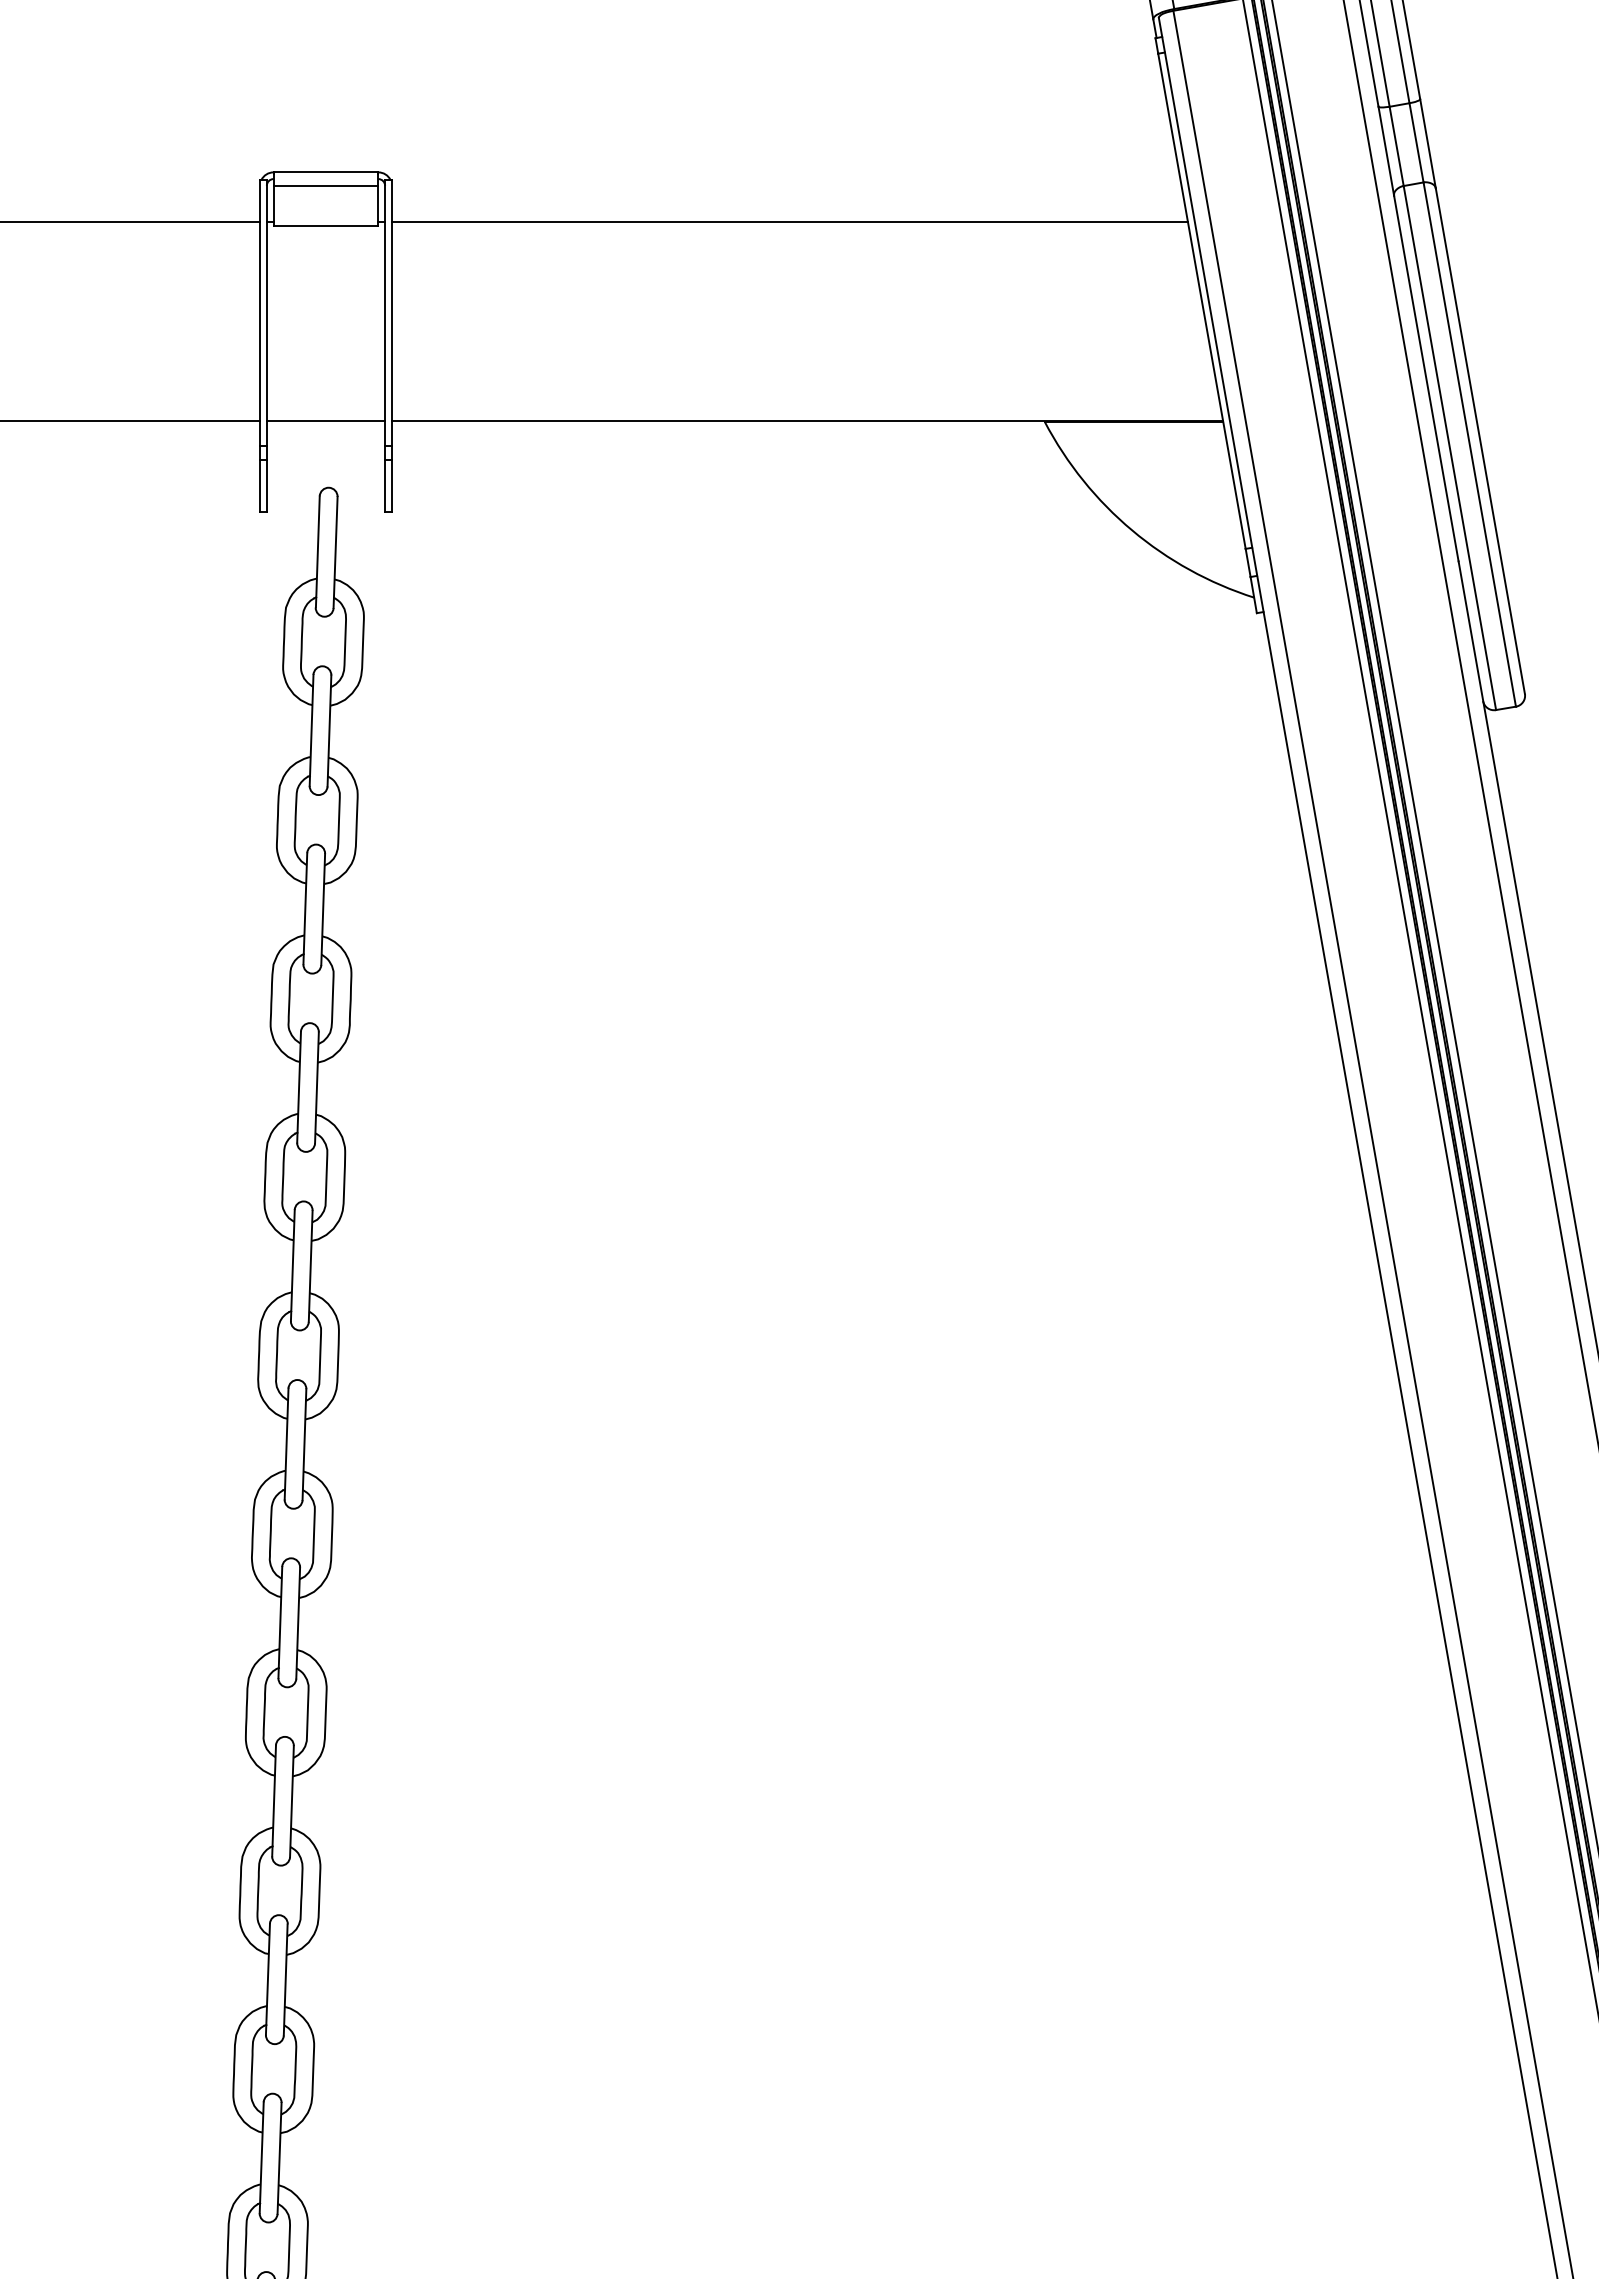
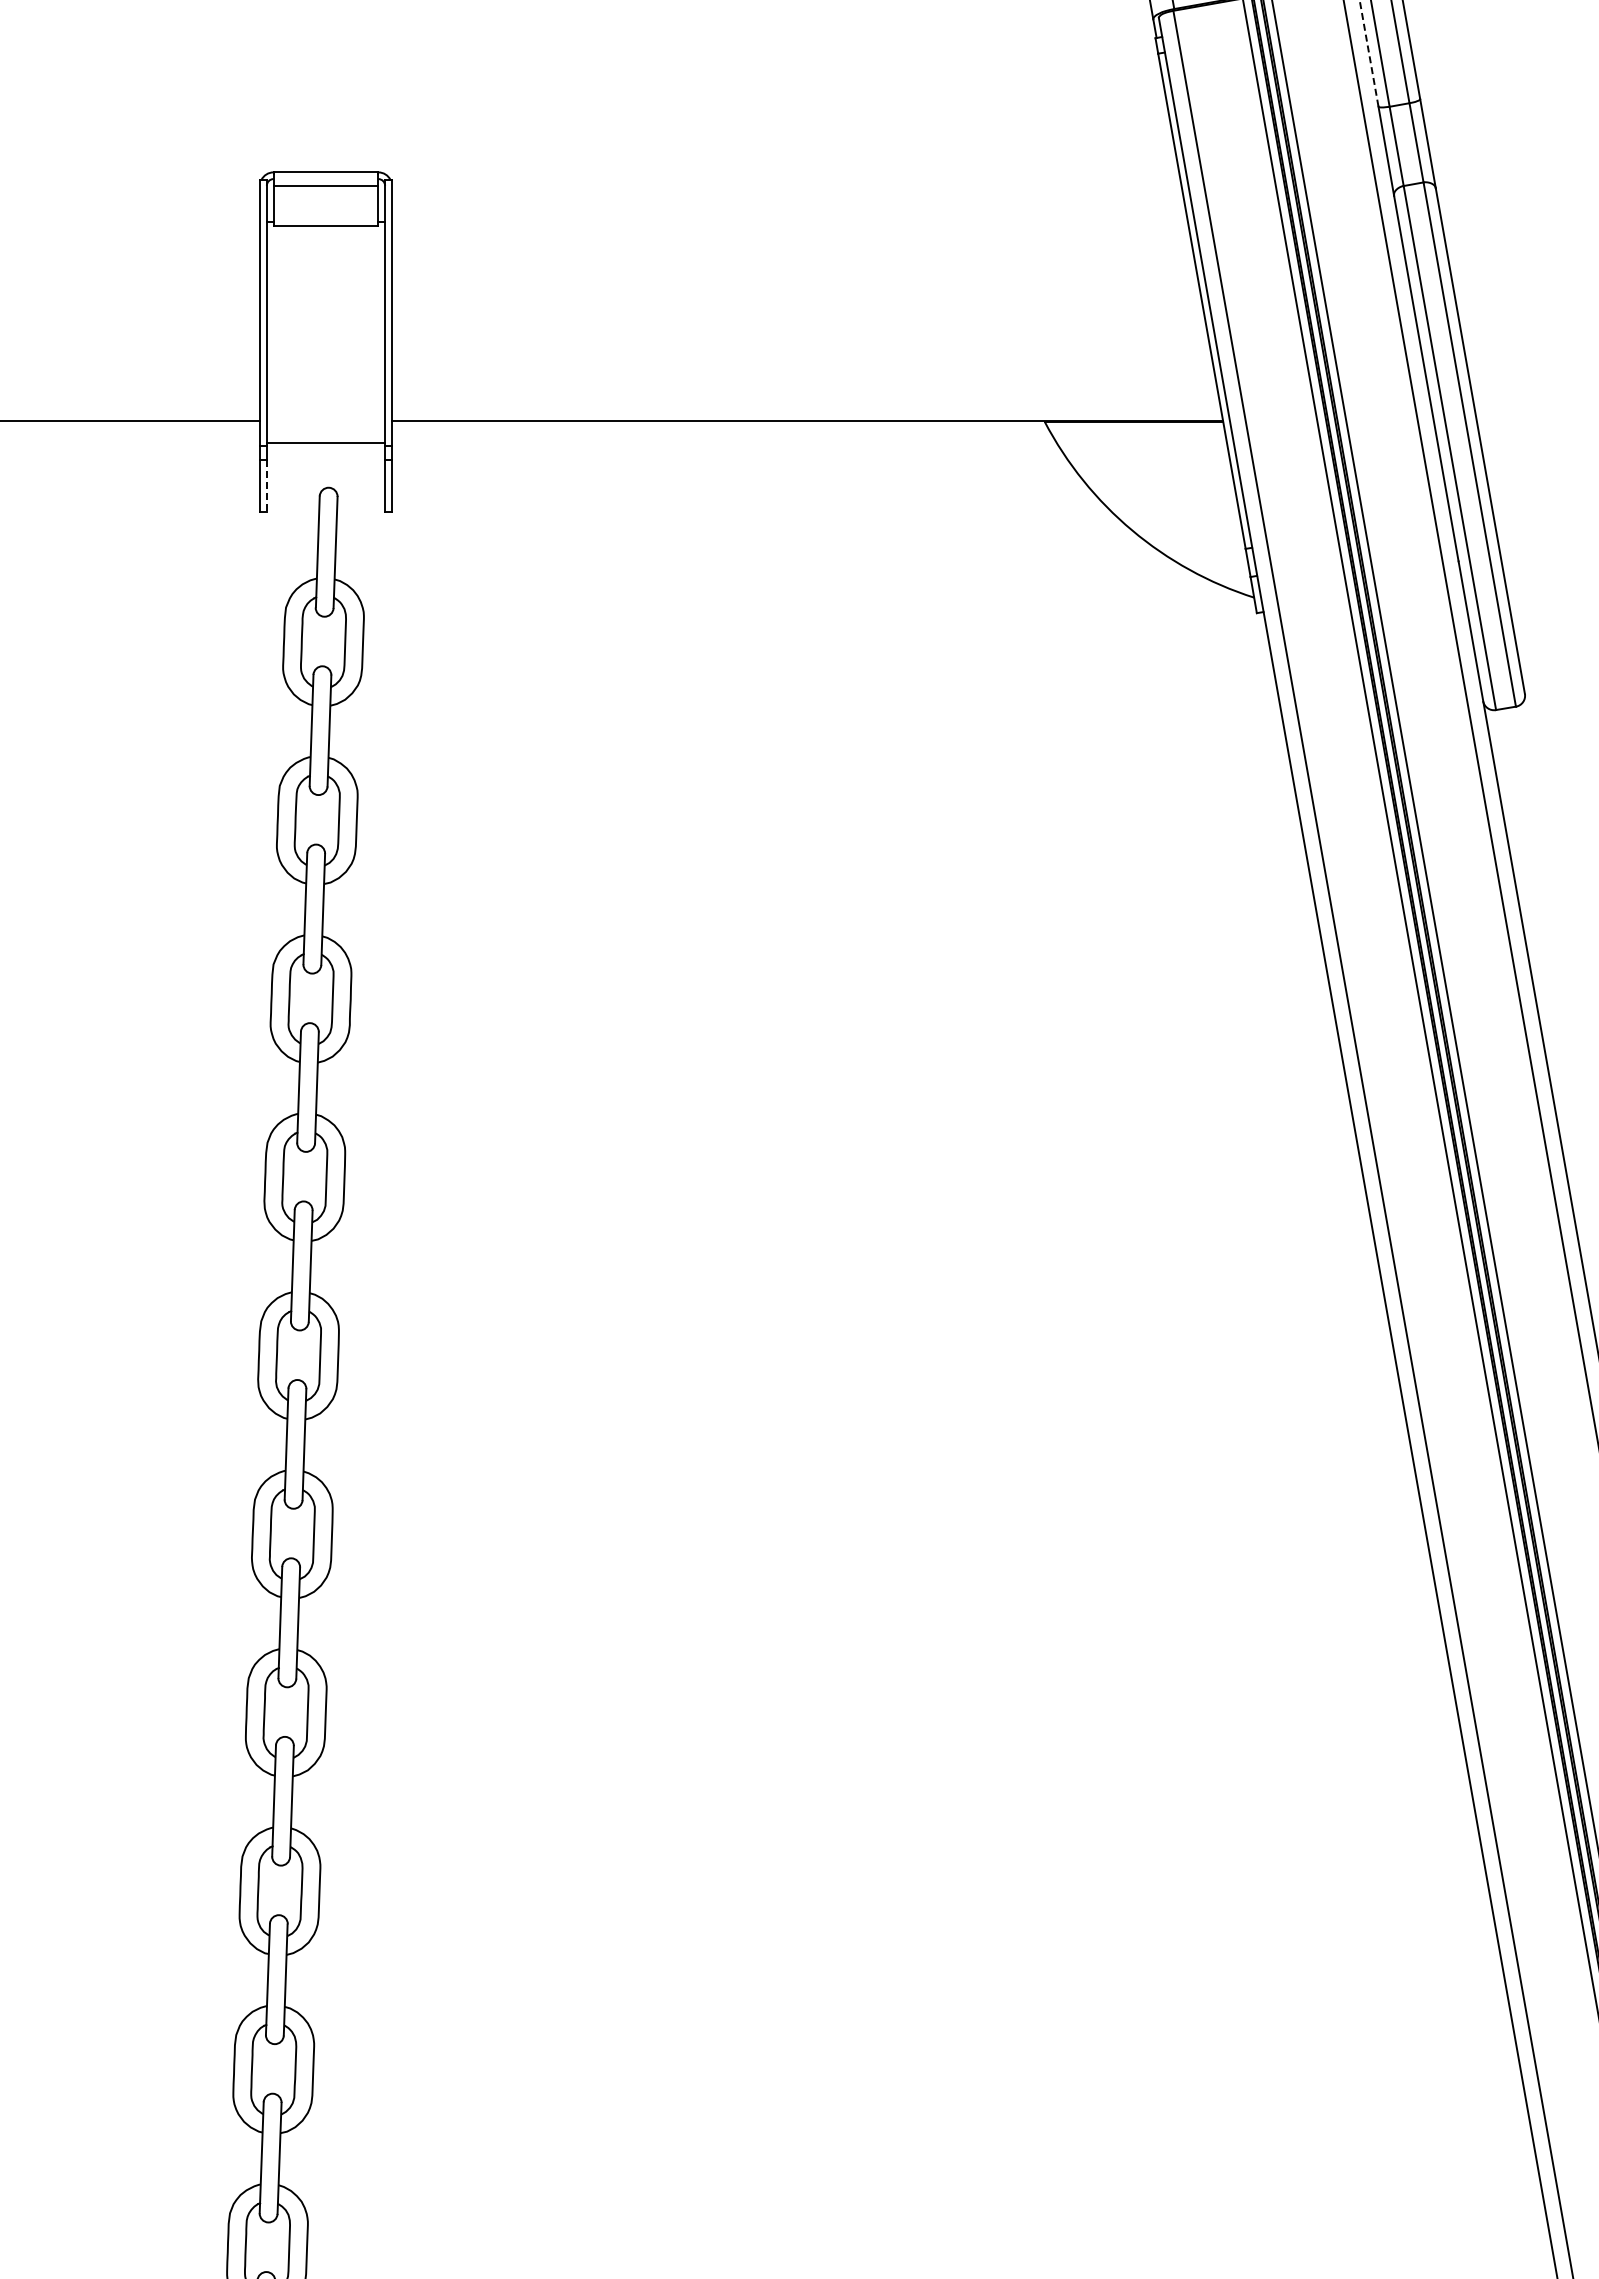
line at (1369, 53): solid -> dashed
line at (131, 221): present -> none
line at (789, 221): present -> none
line at (325, 420) position: (325, 420) -> (325, 442)
line at (266, 486): solid -> dashed
